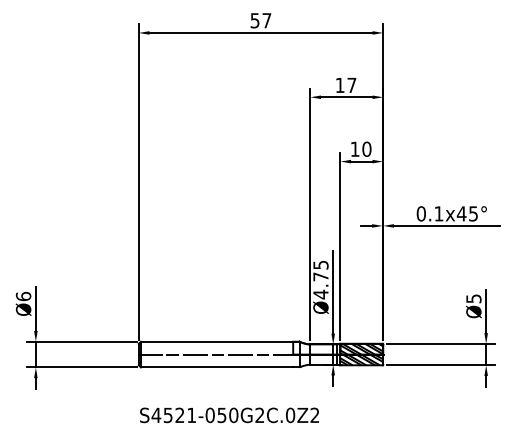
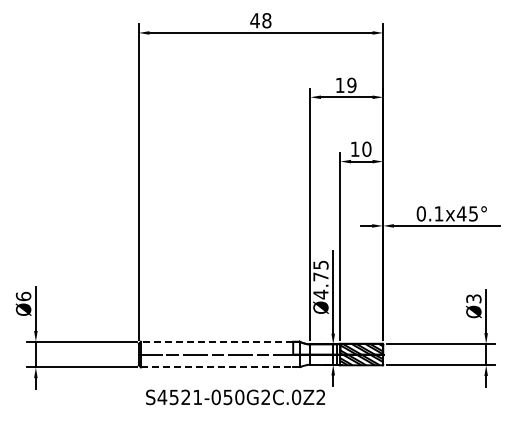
text at (260, 20): 57 -> 48
text at (351, 85): 17 -> 19
text at (473, 298): Ø5 -> Ø3
line at (216, 341): solid -> dashed
line at (217, 367): solid -> dashed
text at (229, 415) position: (229, 415) -> (235, 397)
